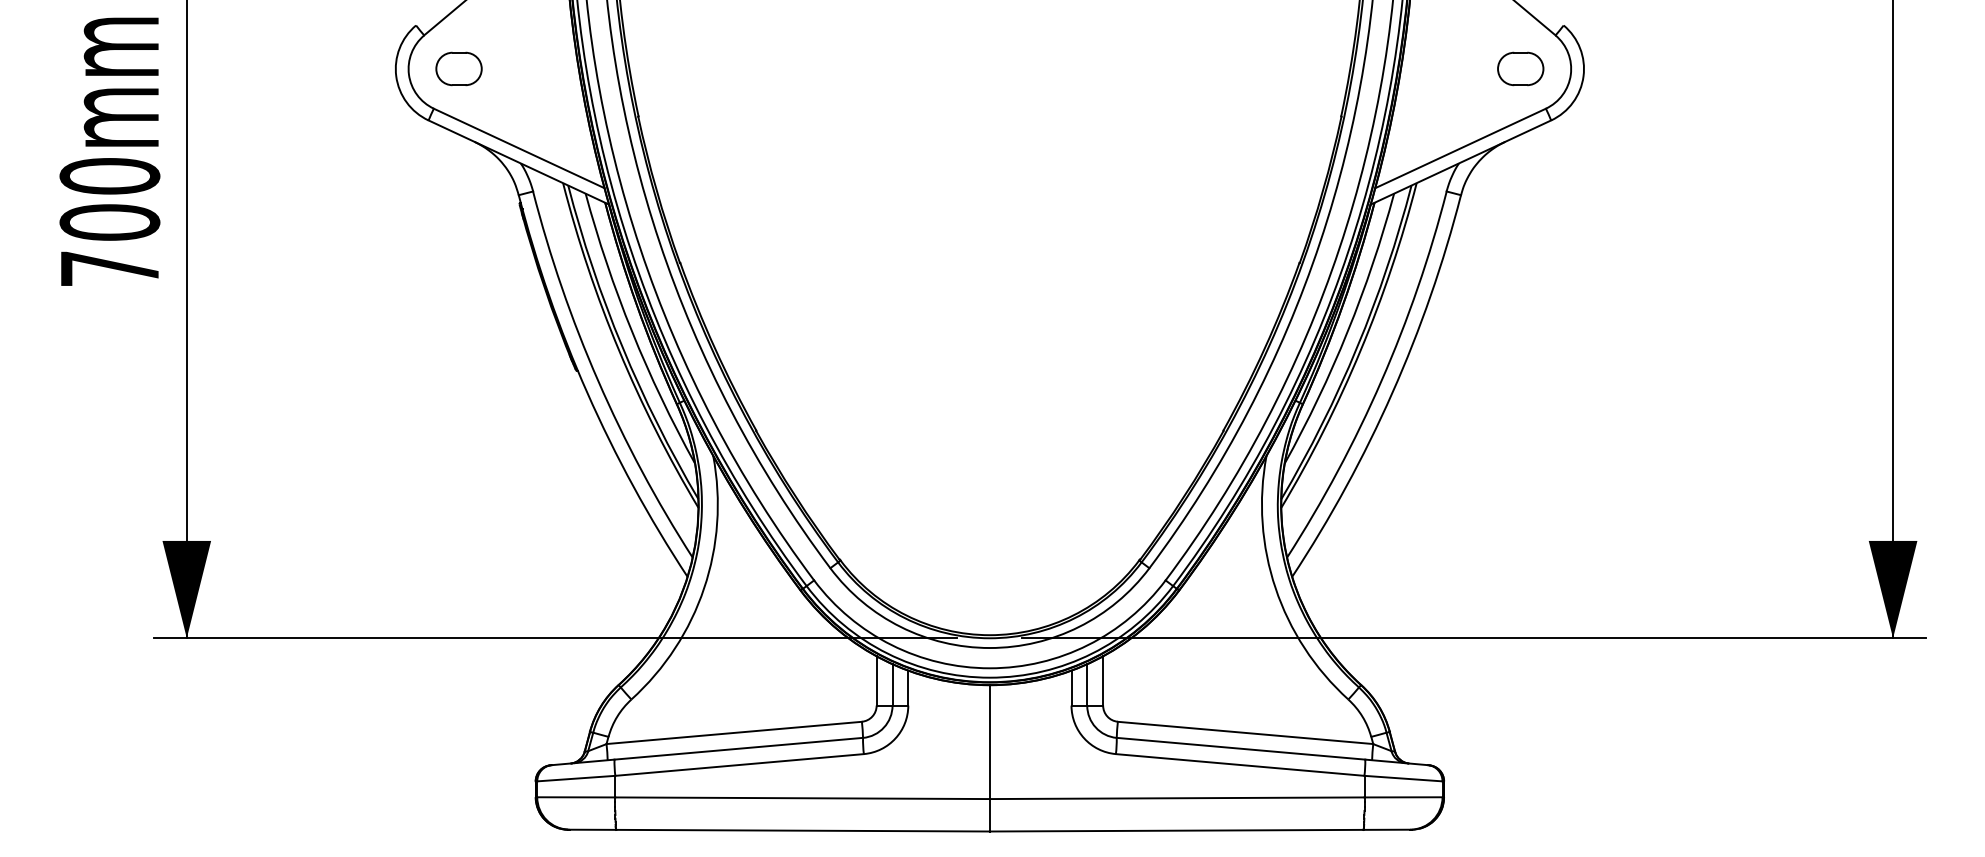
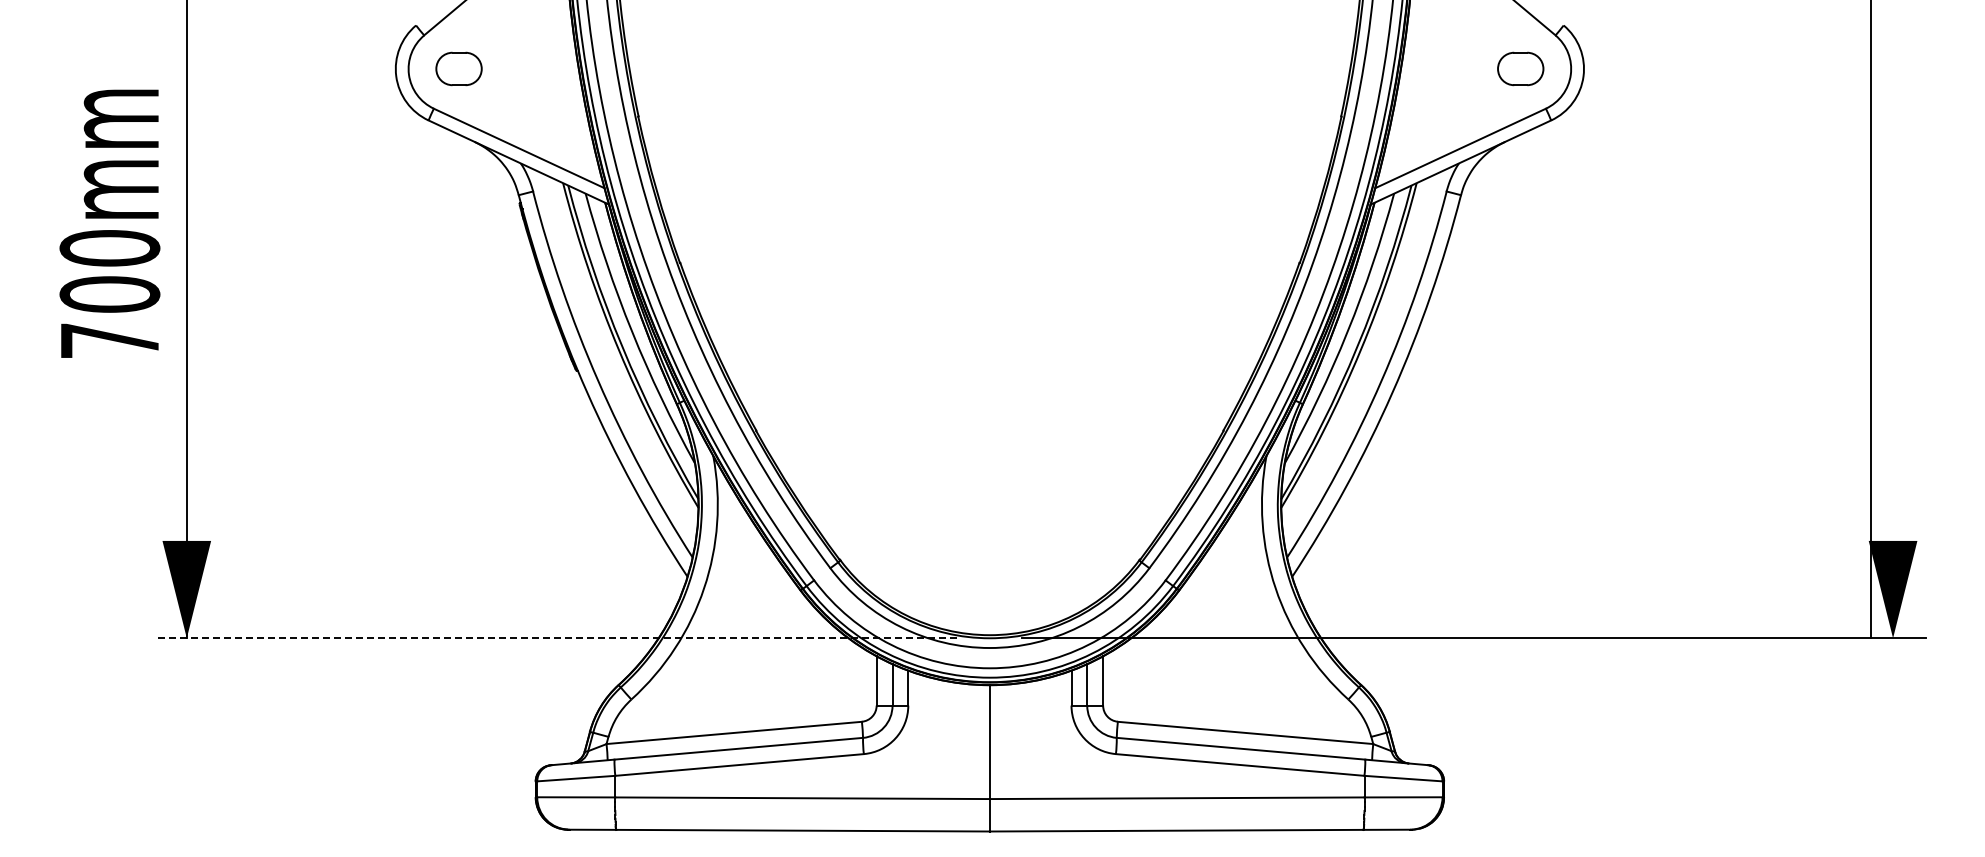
text at (109, 151) position: (109, 151) -> (109, 223)
line at (1893, 320) position: (1893, 320) -> (1871, 320)
line at (555, 638): solid -> dashed
